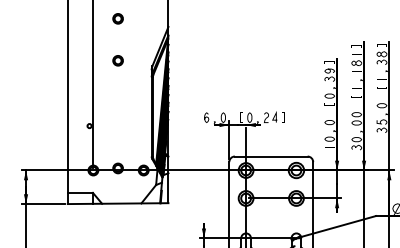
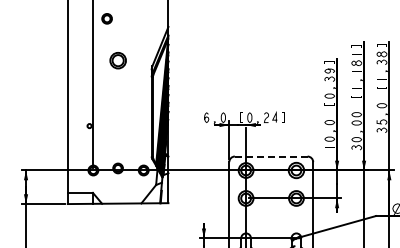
part at (117, 18) position: (117, 18) -> (106, 18)
part at (117, 60) size: 12x12 px -> 18x18 px
line at (270, 156): solid -> dashed
